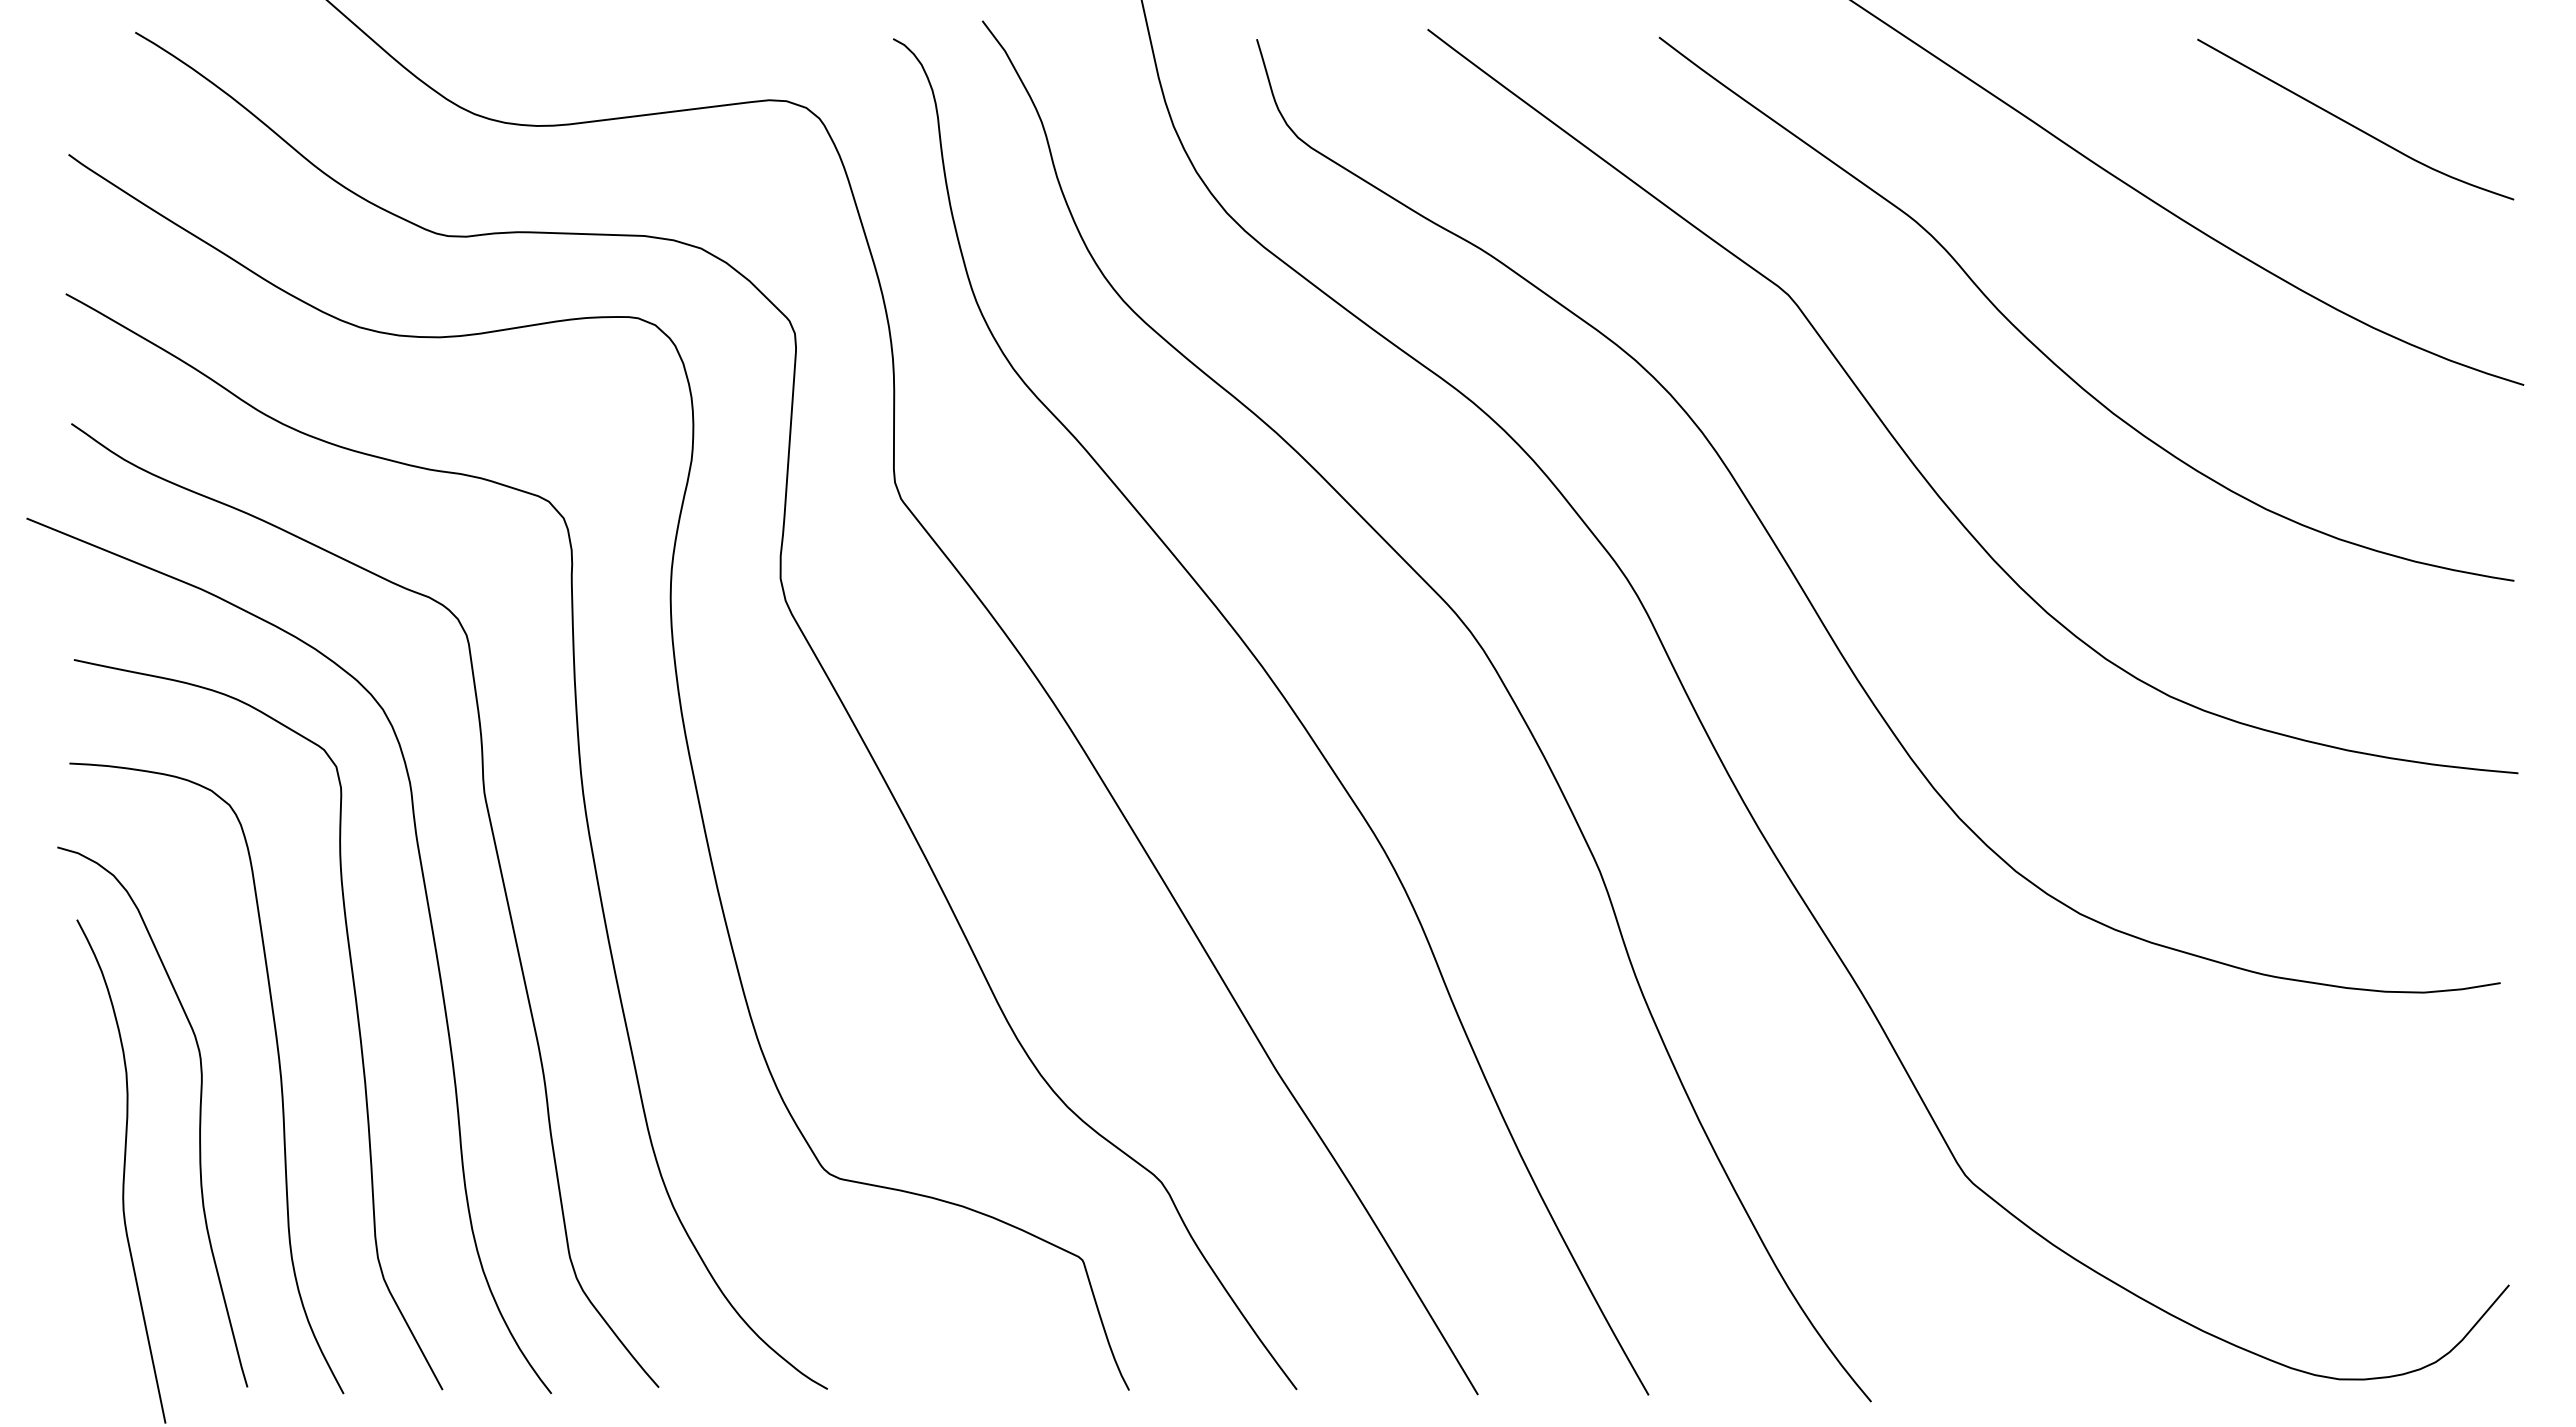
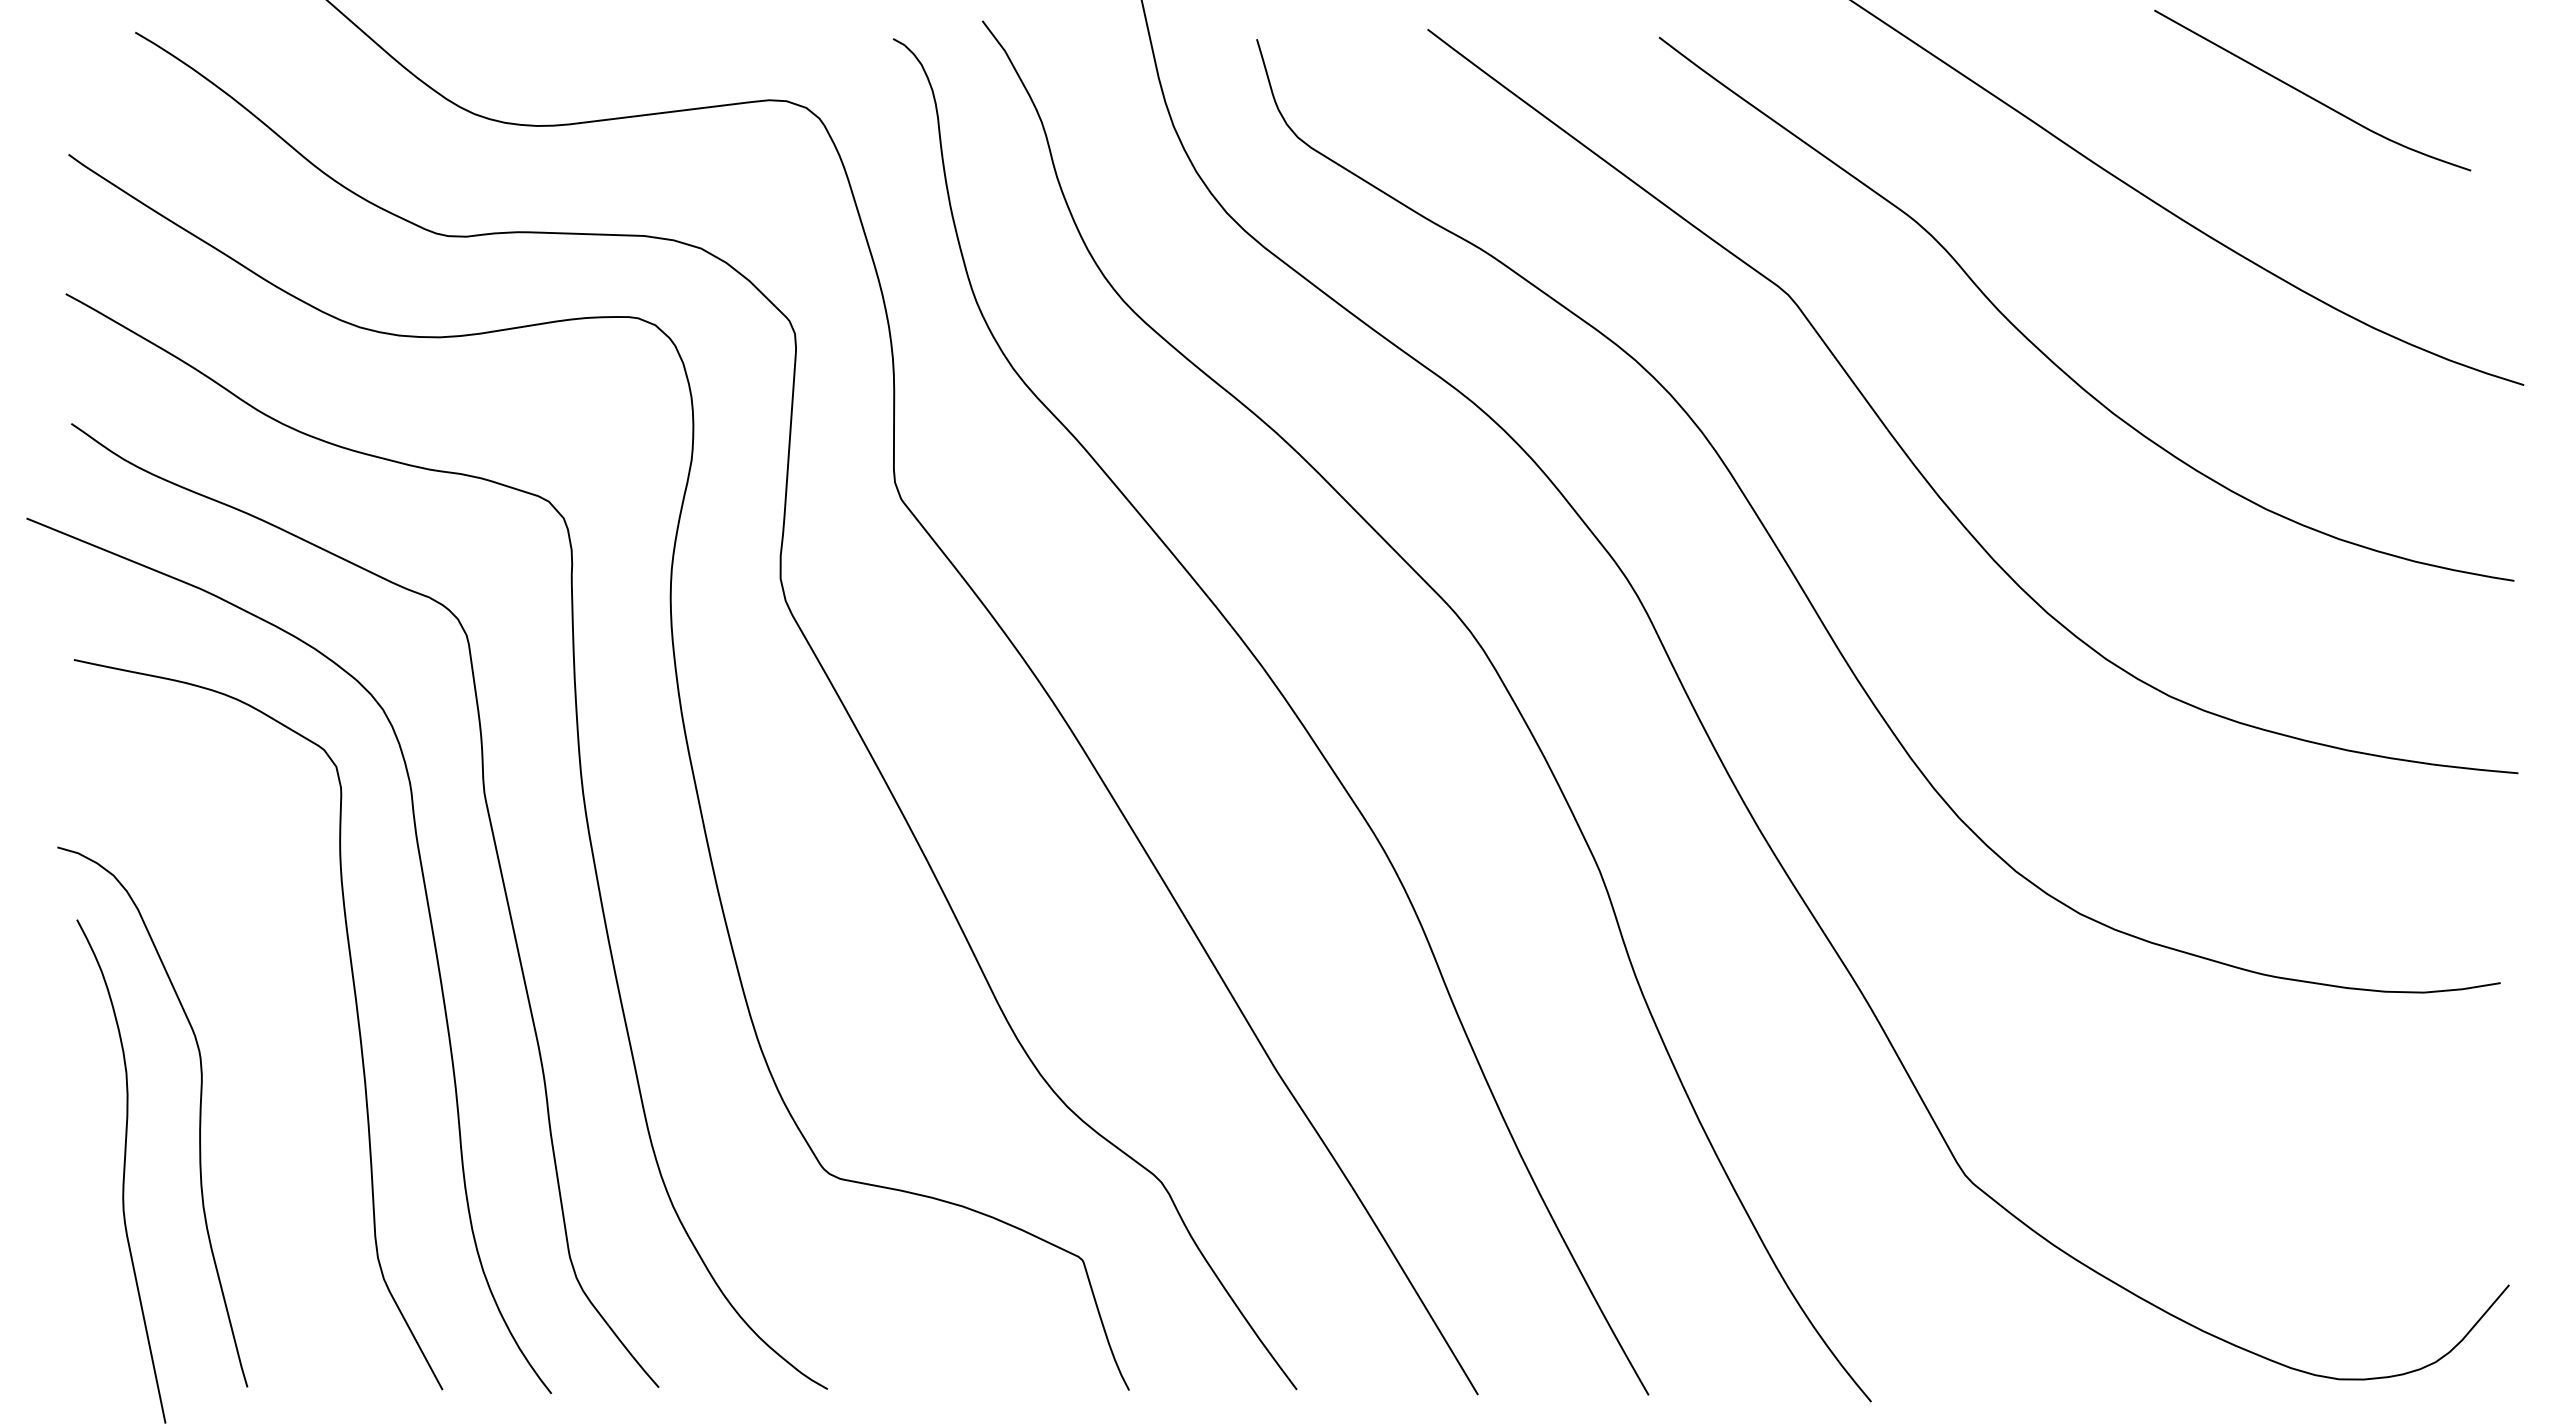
curve at (2352, 124) position: (2352, 124) -> (2309, 95)
curve at (279, 1074): present -> none
